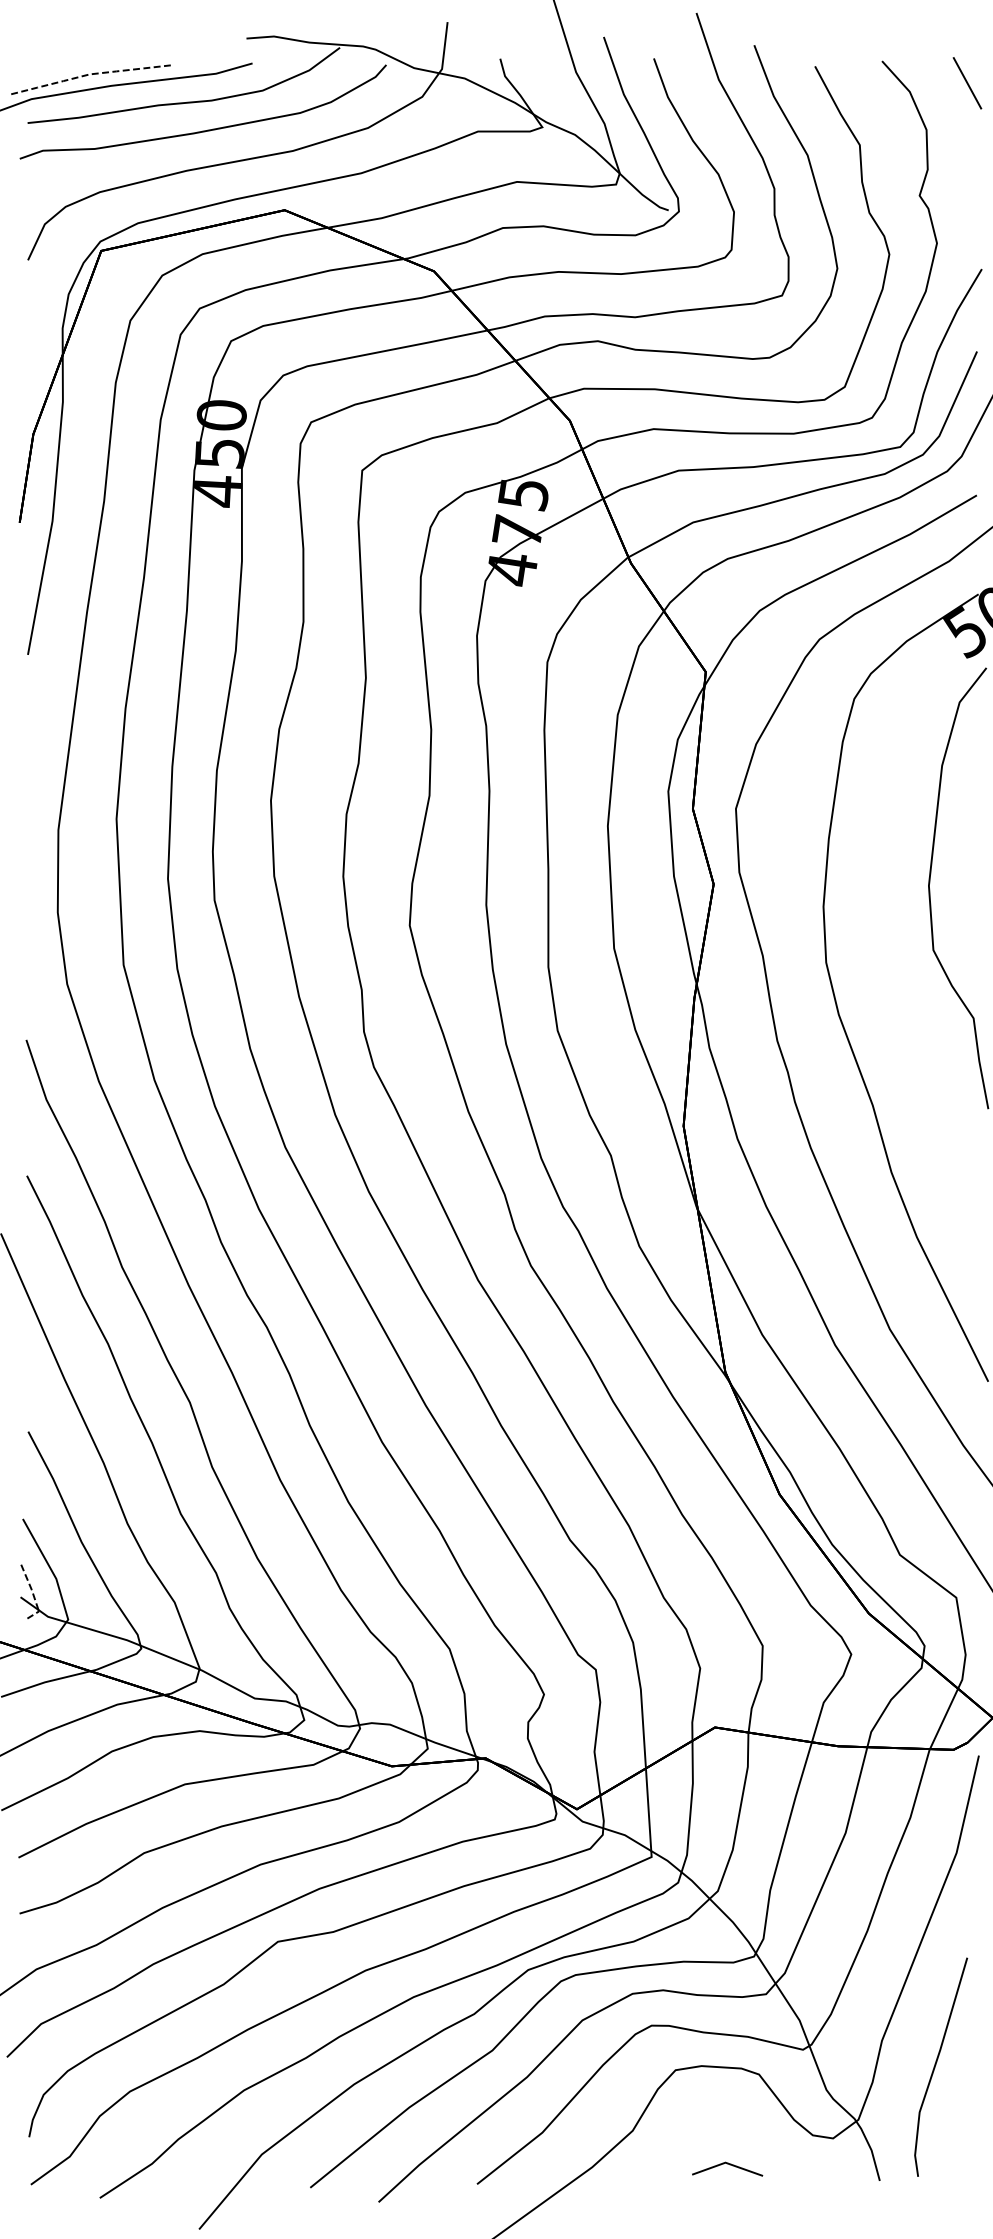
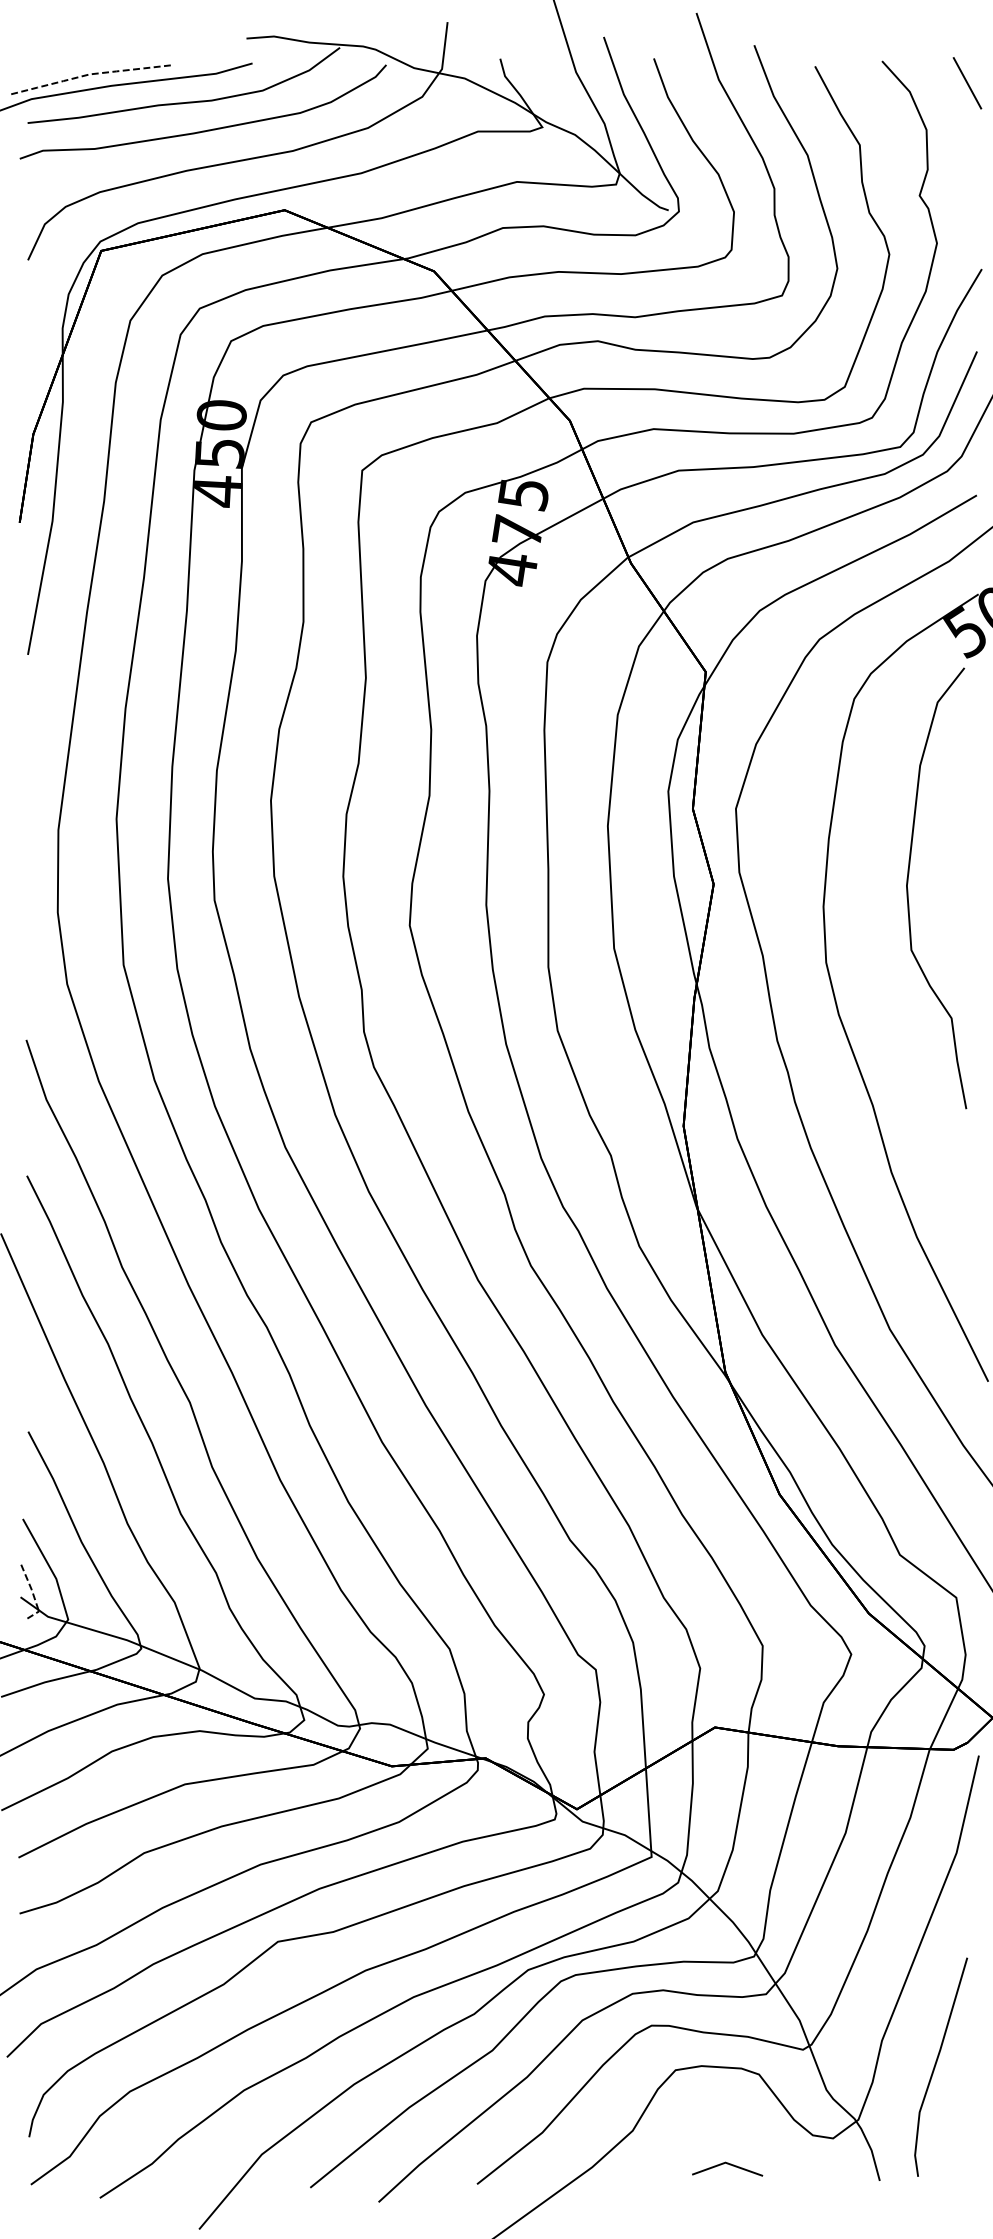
part at (930, 889) position: (930, 889) -> (908, 889)
